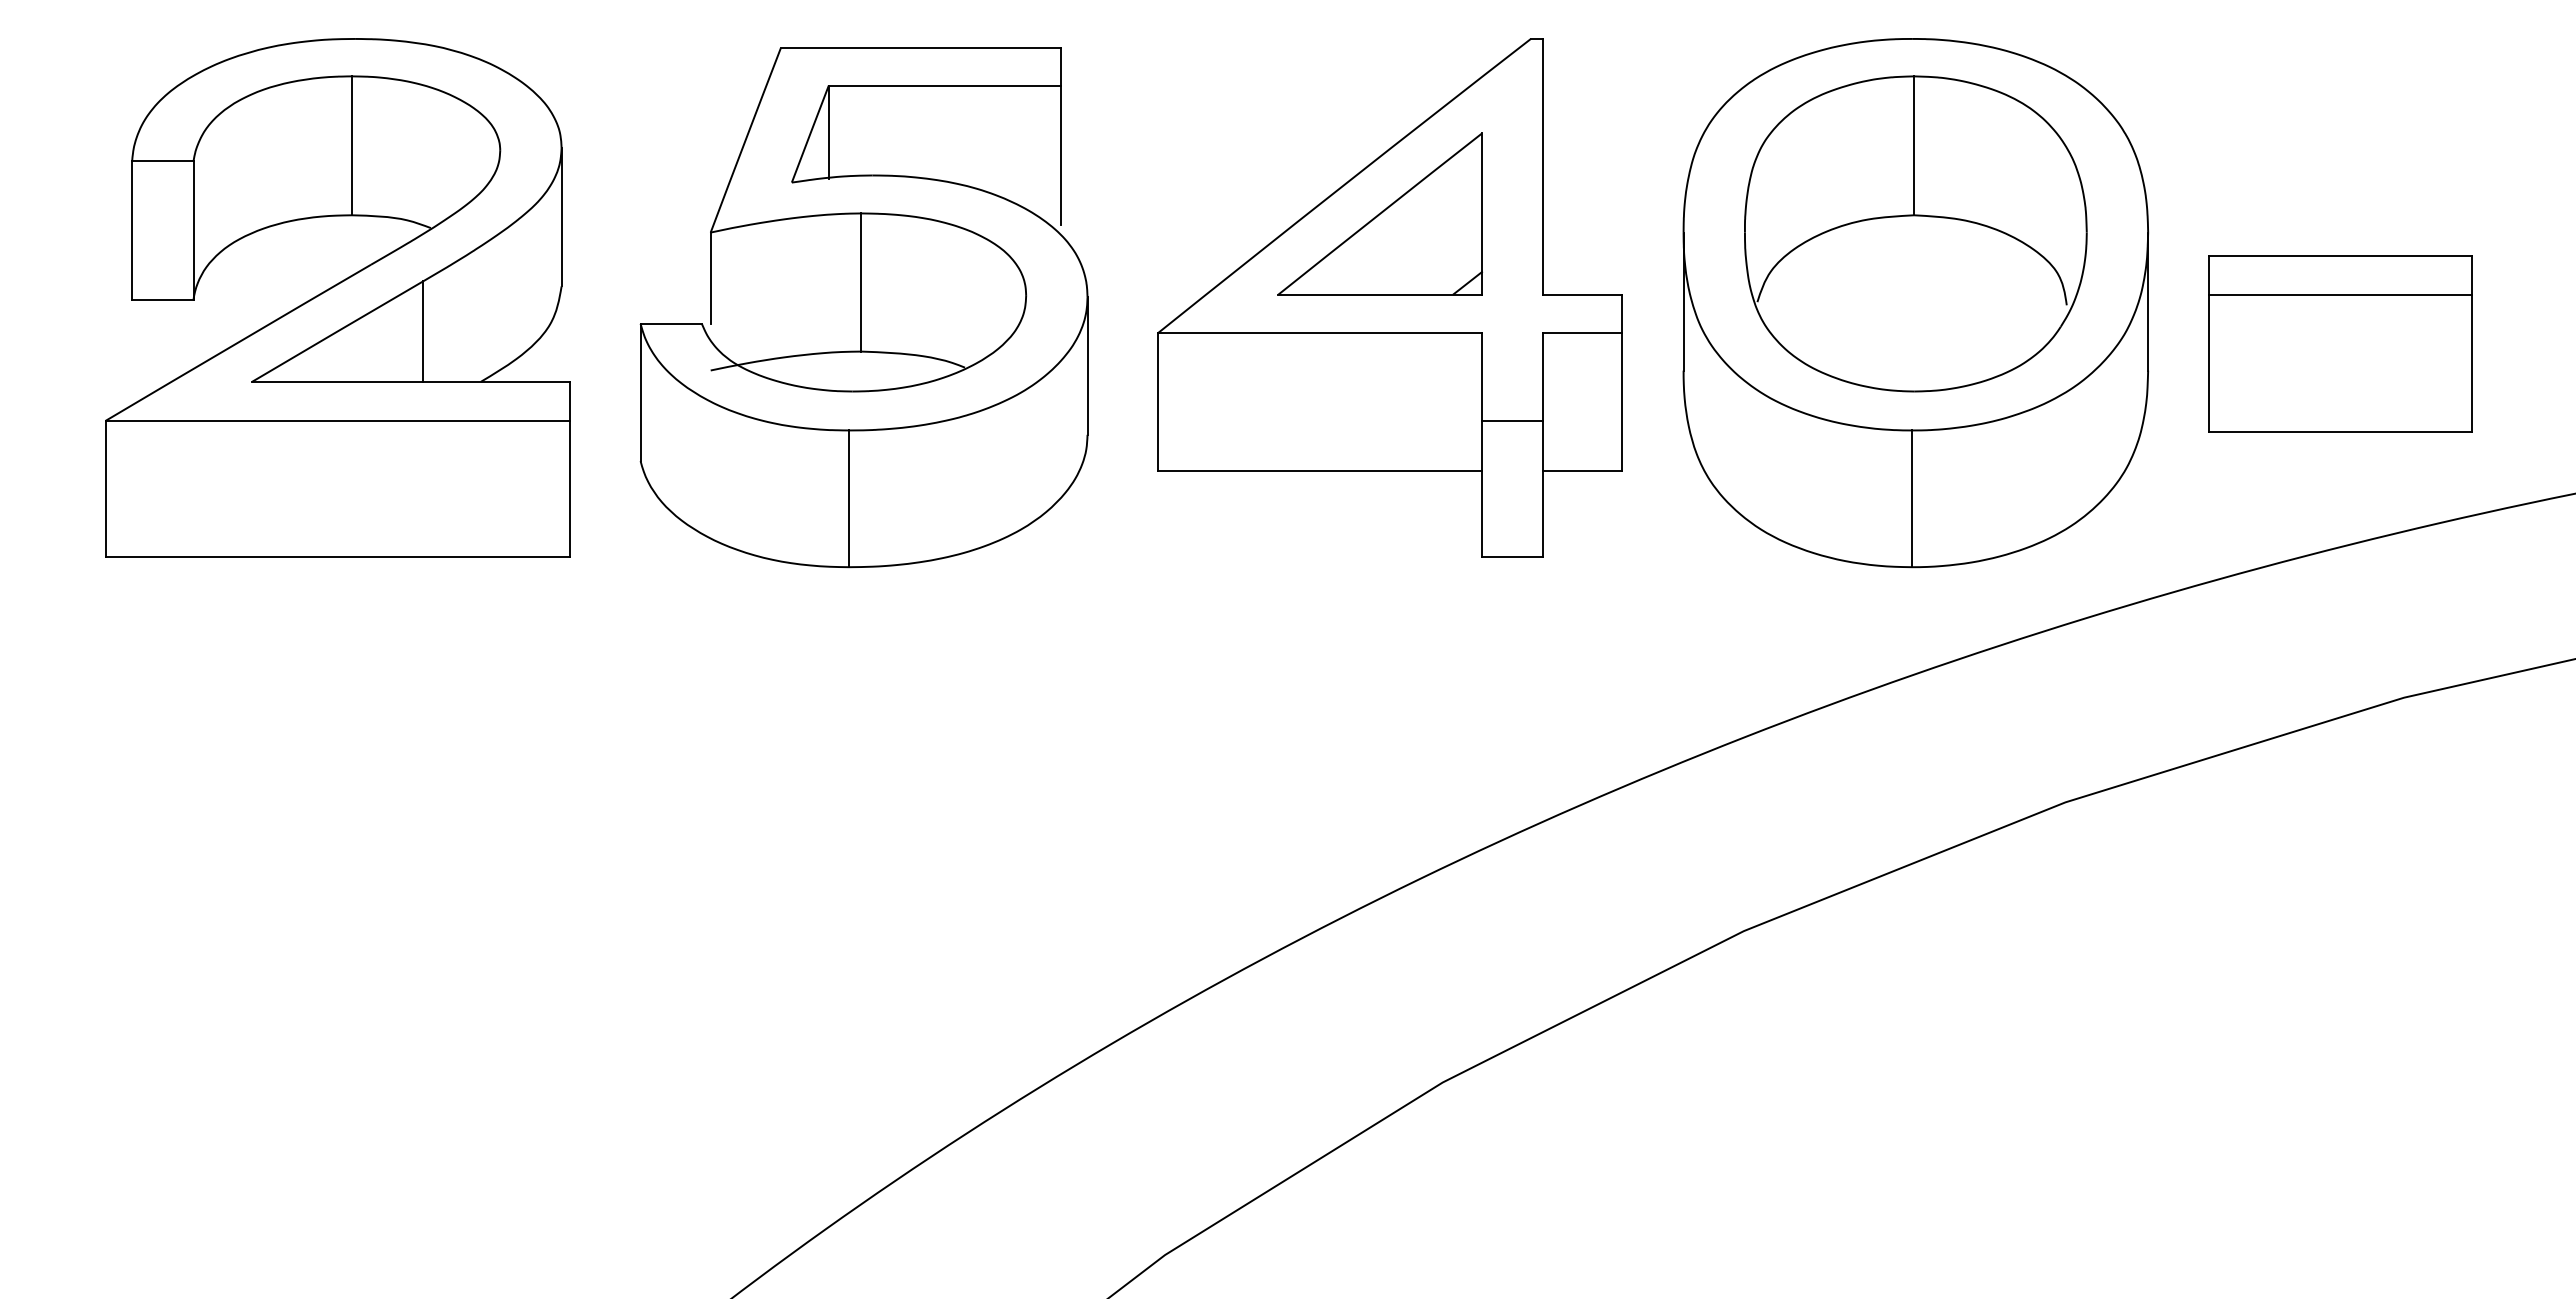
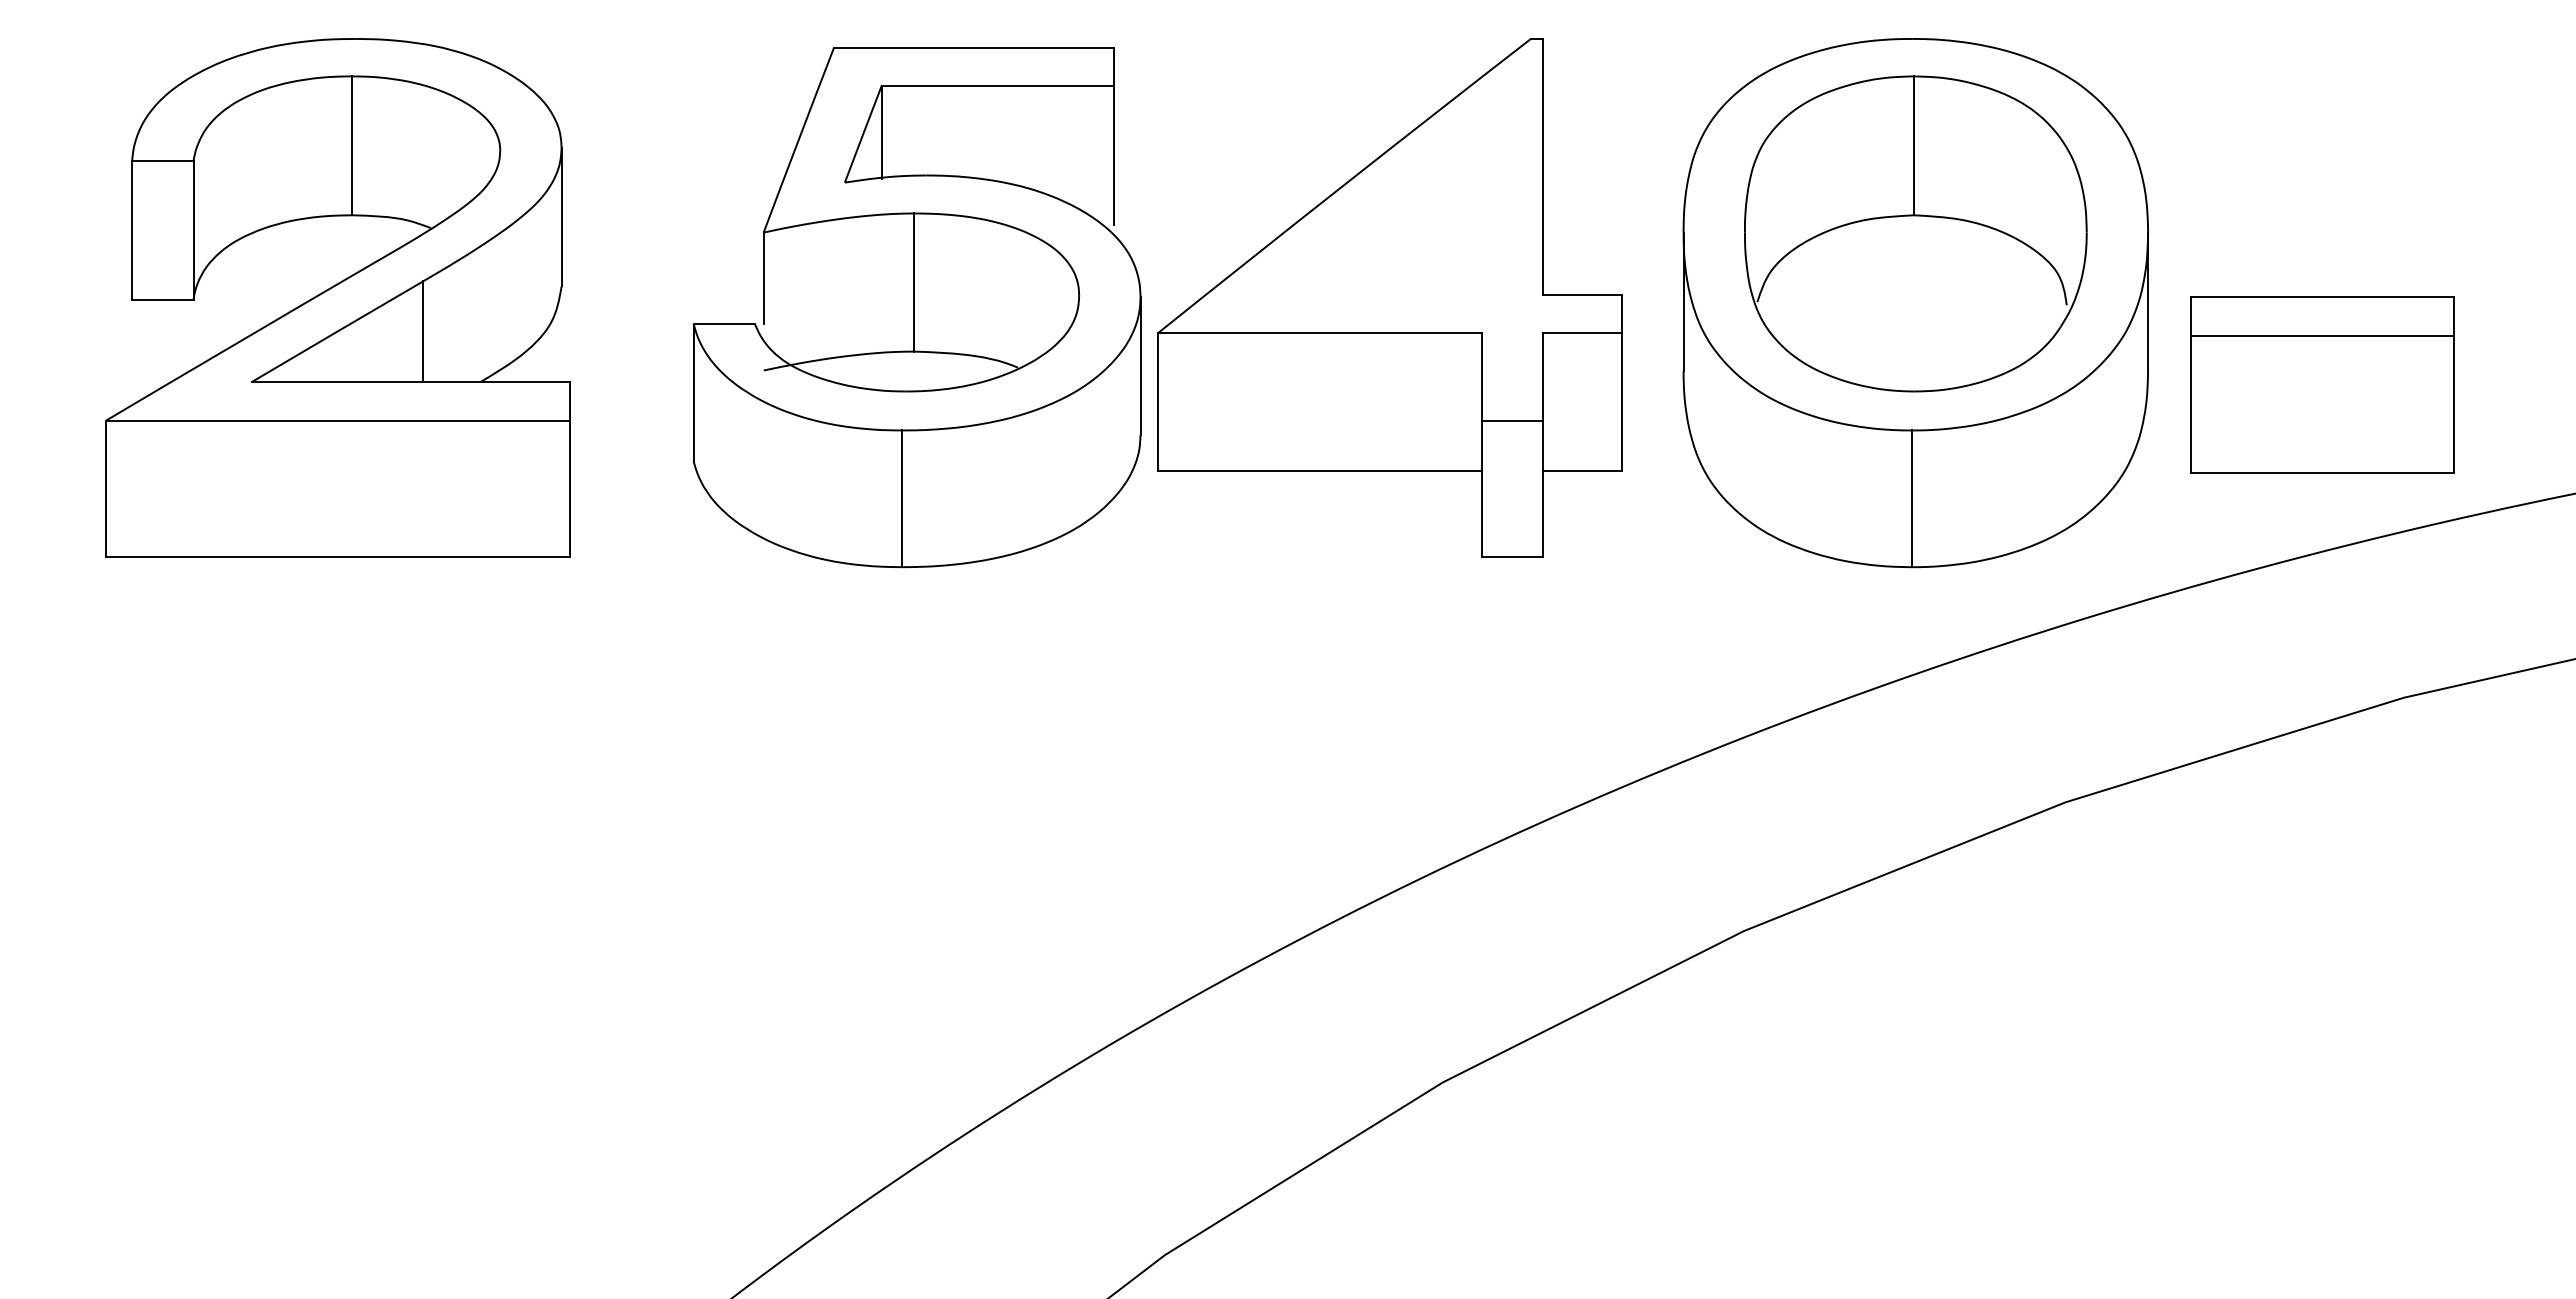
part at (1379, 213): present -> none
part at (863, 307) position: (863, 307) -> (916, 307)
part at (2340, 343) position: (2340, 343) -> (2322, 384)
